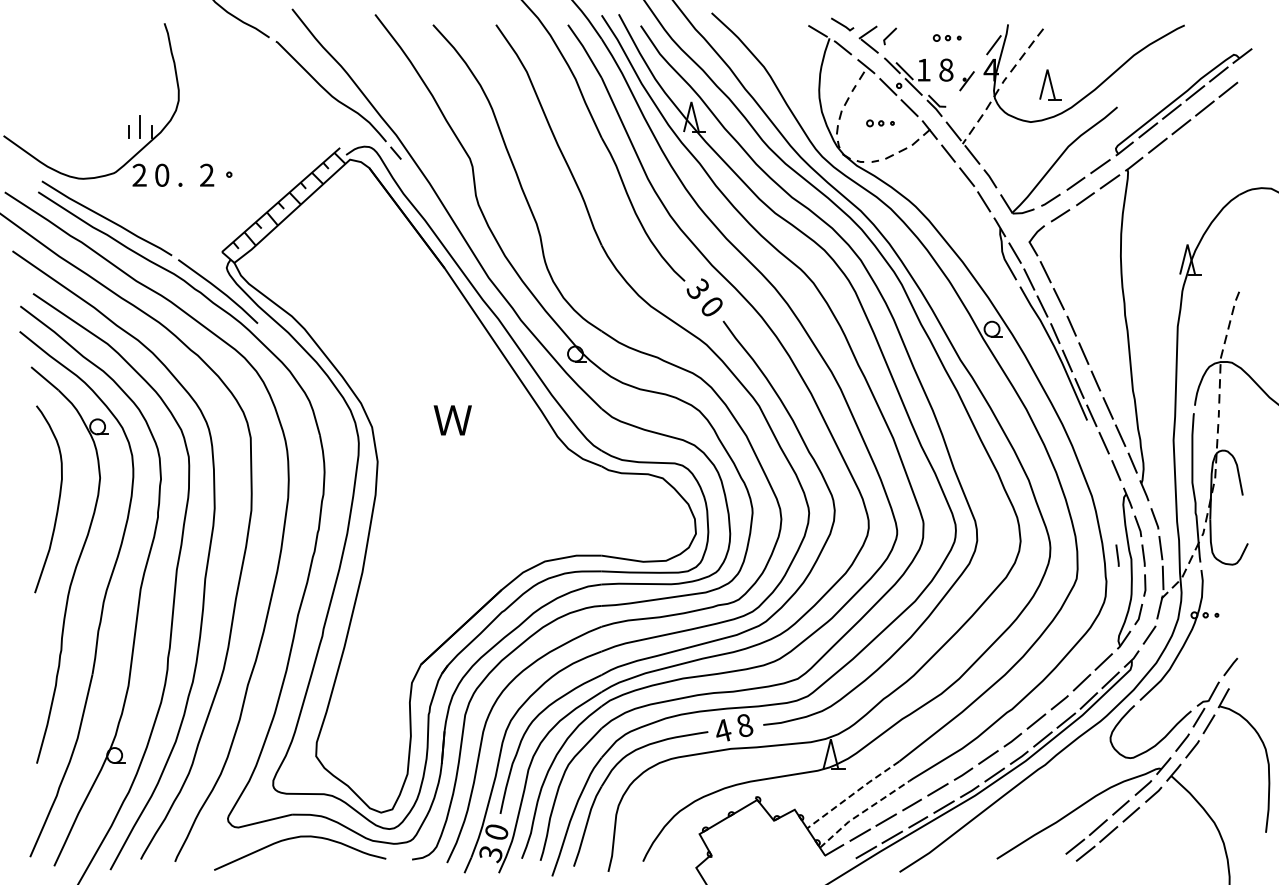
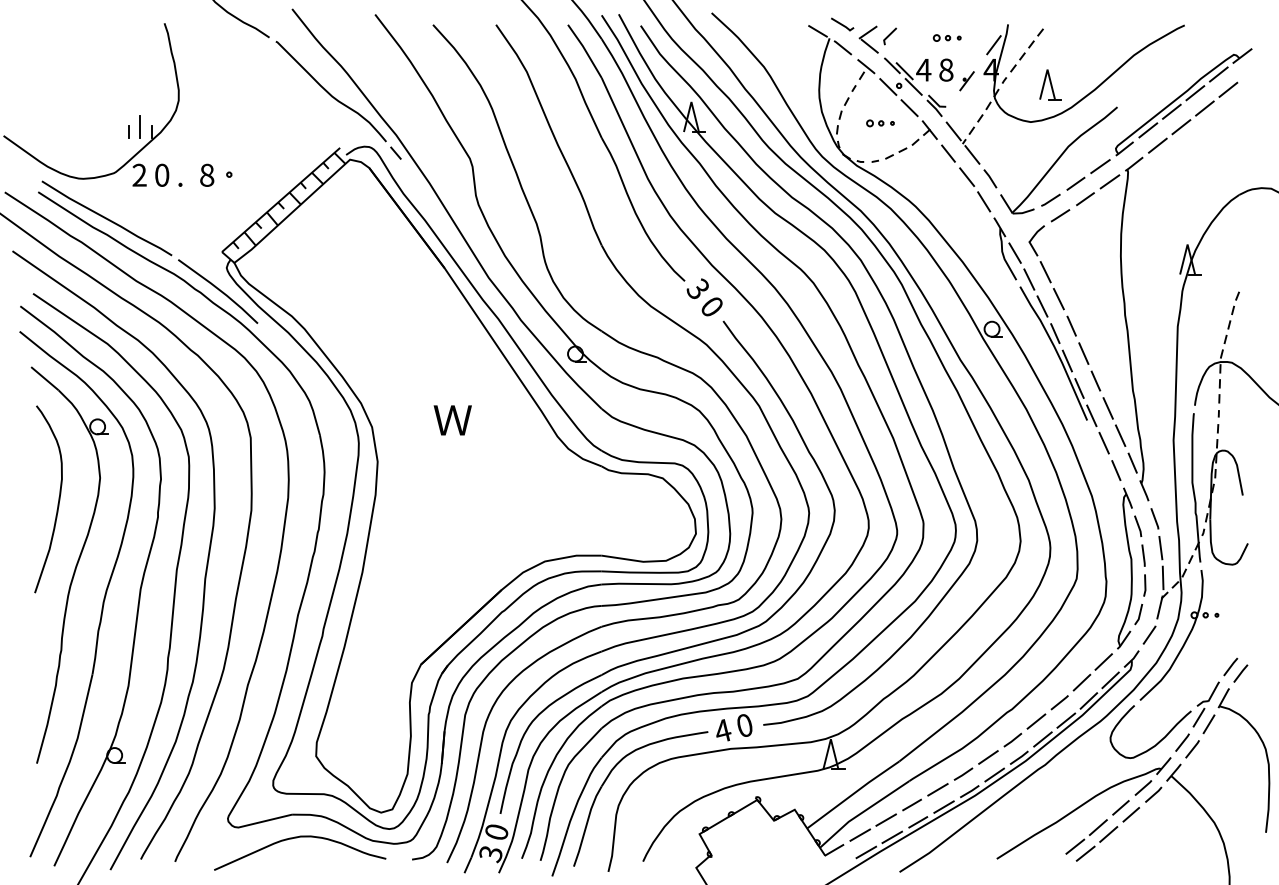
text at (923, 70): 1 -> 4
text at (207, 174): 2 -> 8
line at (1117, 555): present -> none
line at (1240, 673): none -> present
text at (745, 725): 8 -> 0
line at (853, 794): dashed -> solid
line at (862, 812): dashed -> solid
